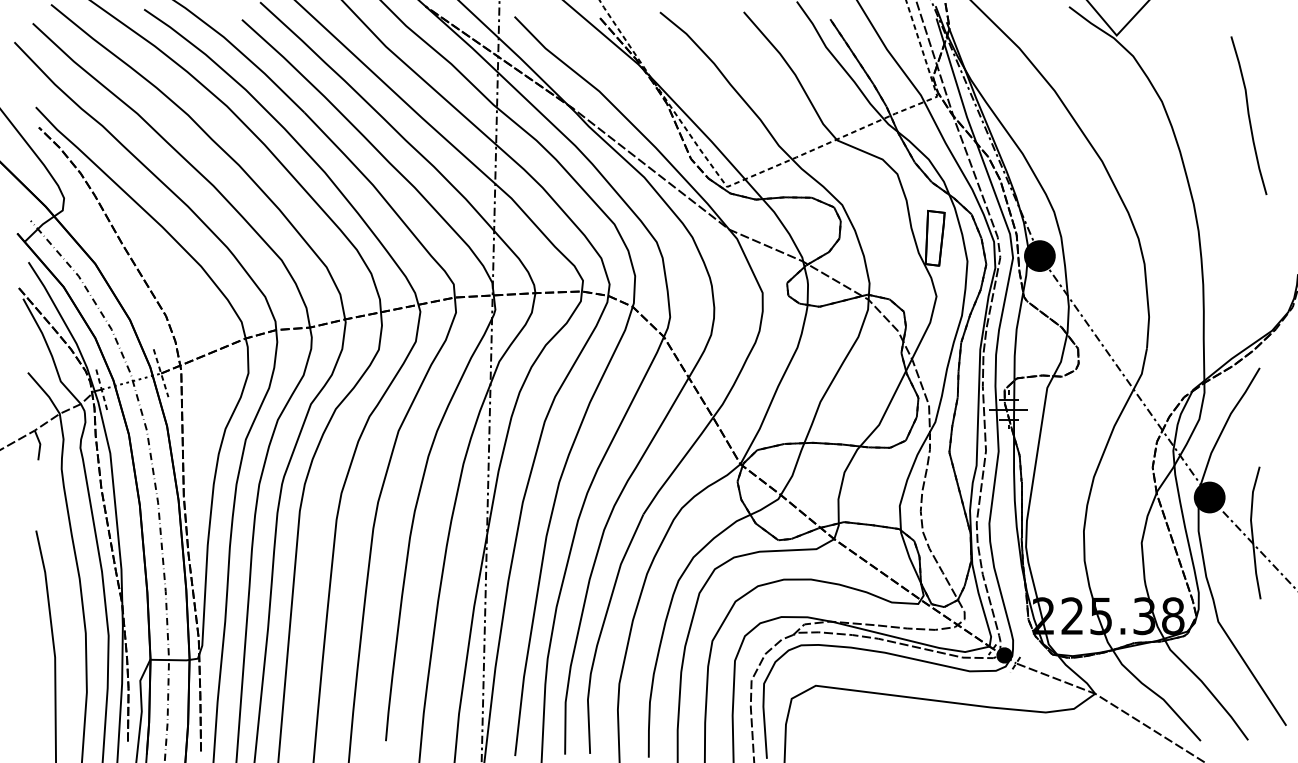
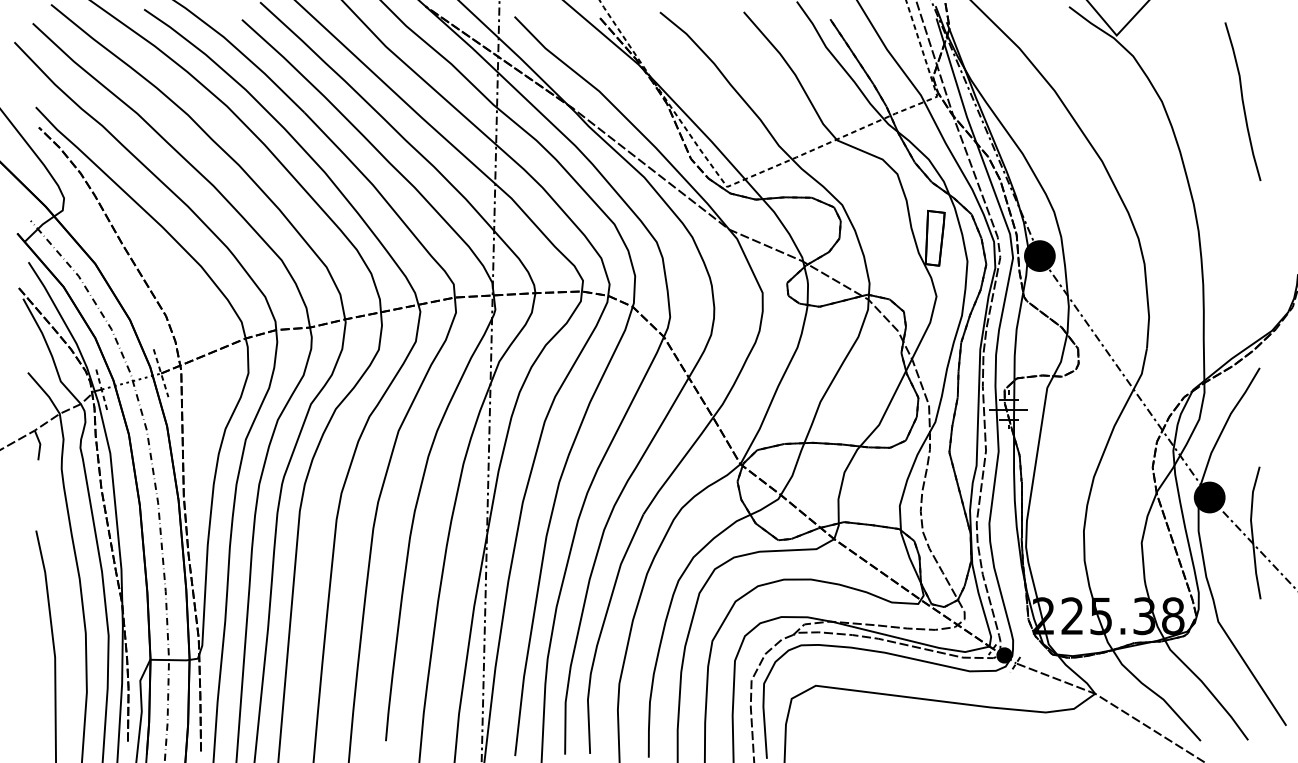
curve at (1248, 115) position: (1248, 115) -> (1242, 101)
